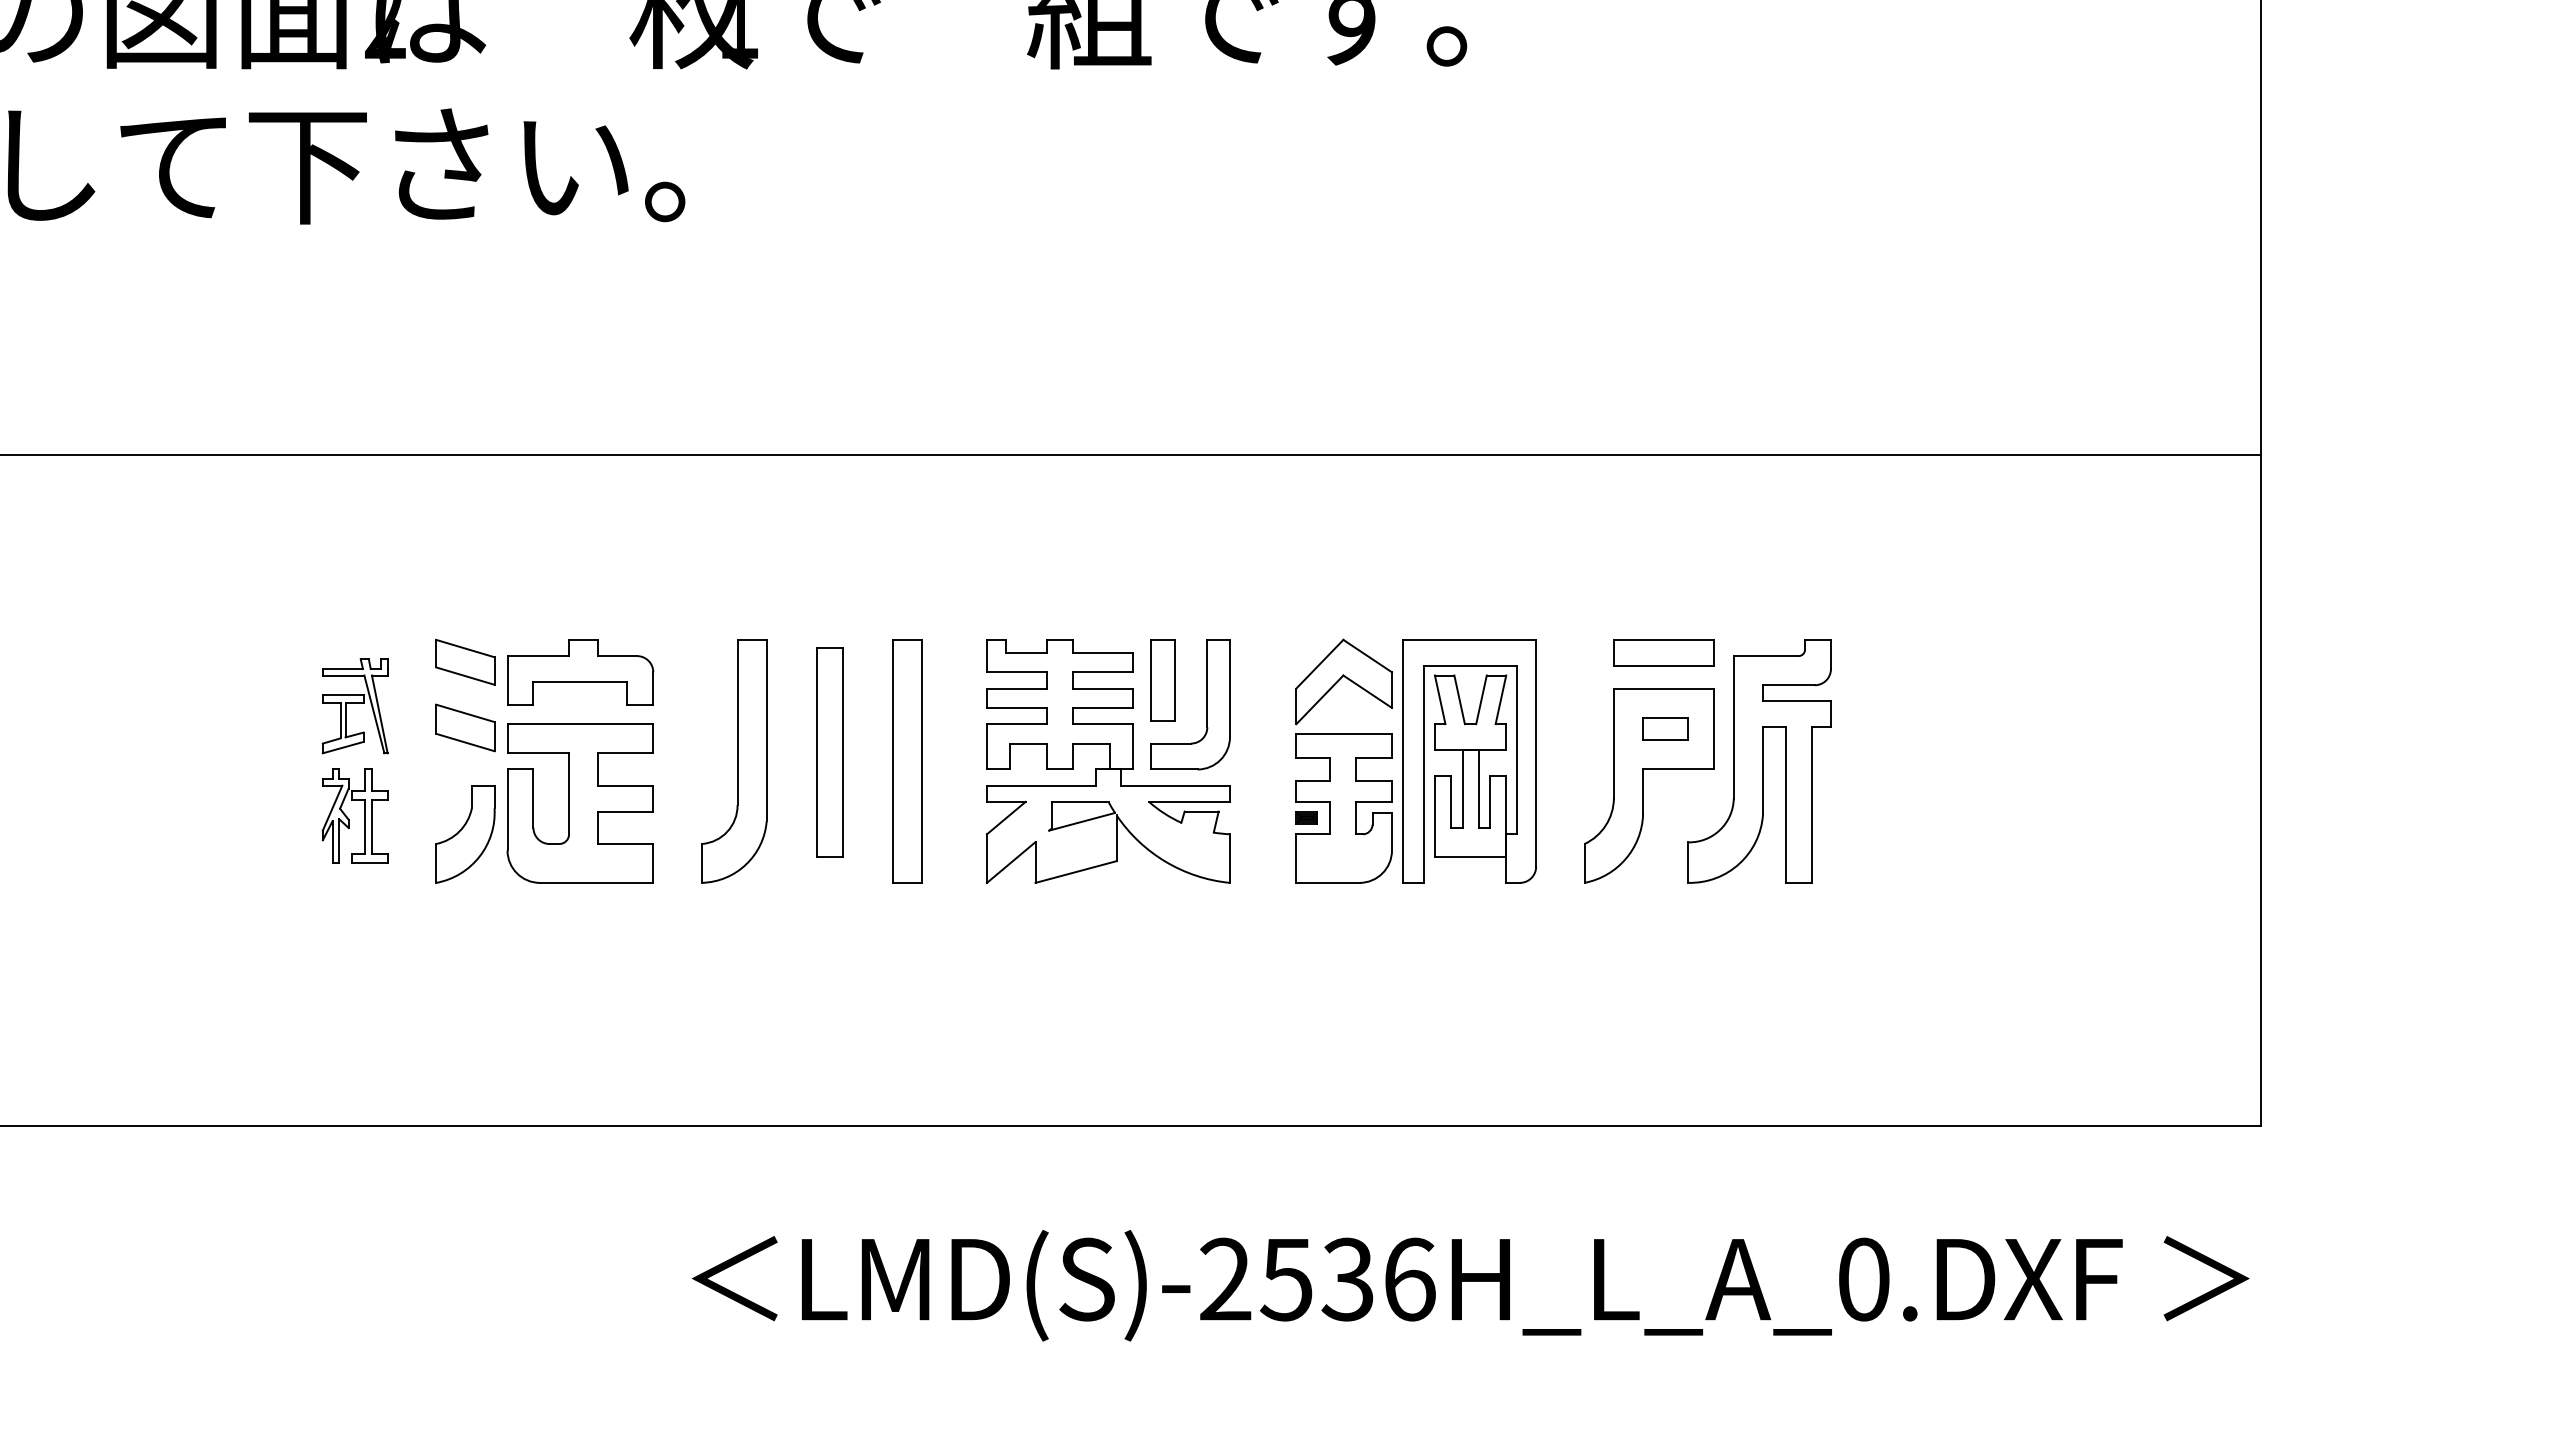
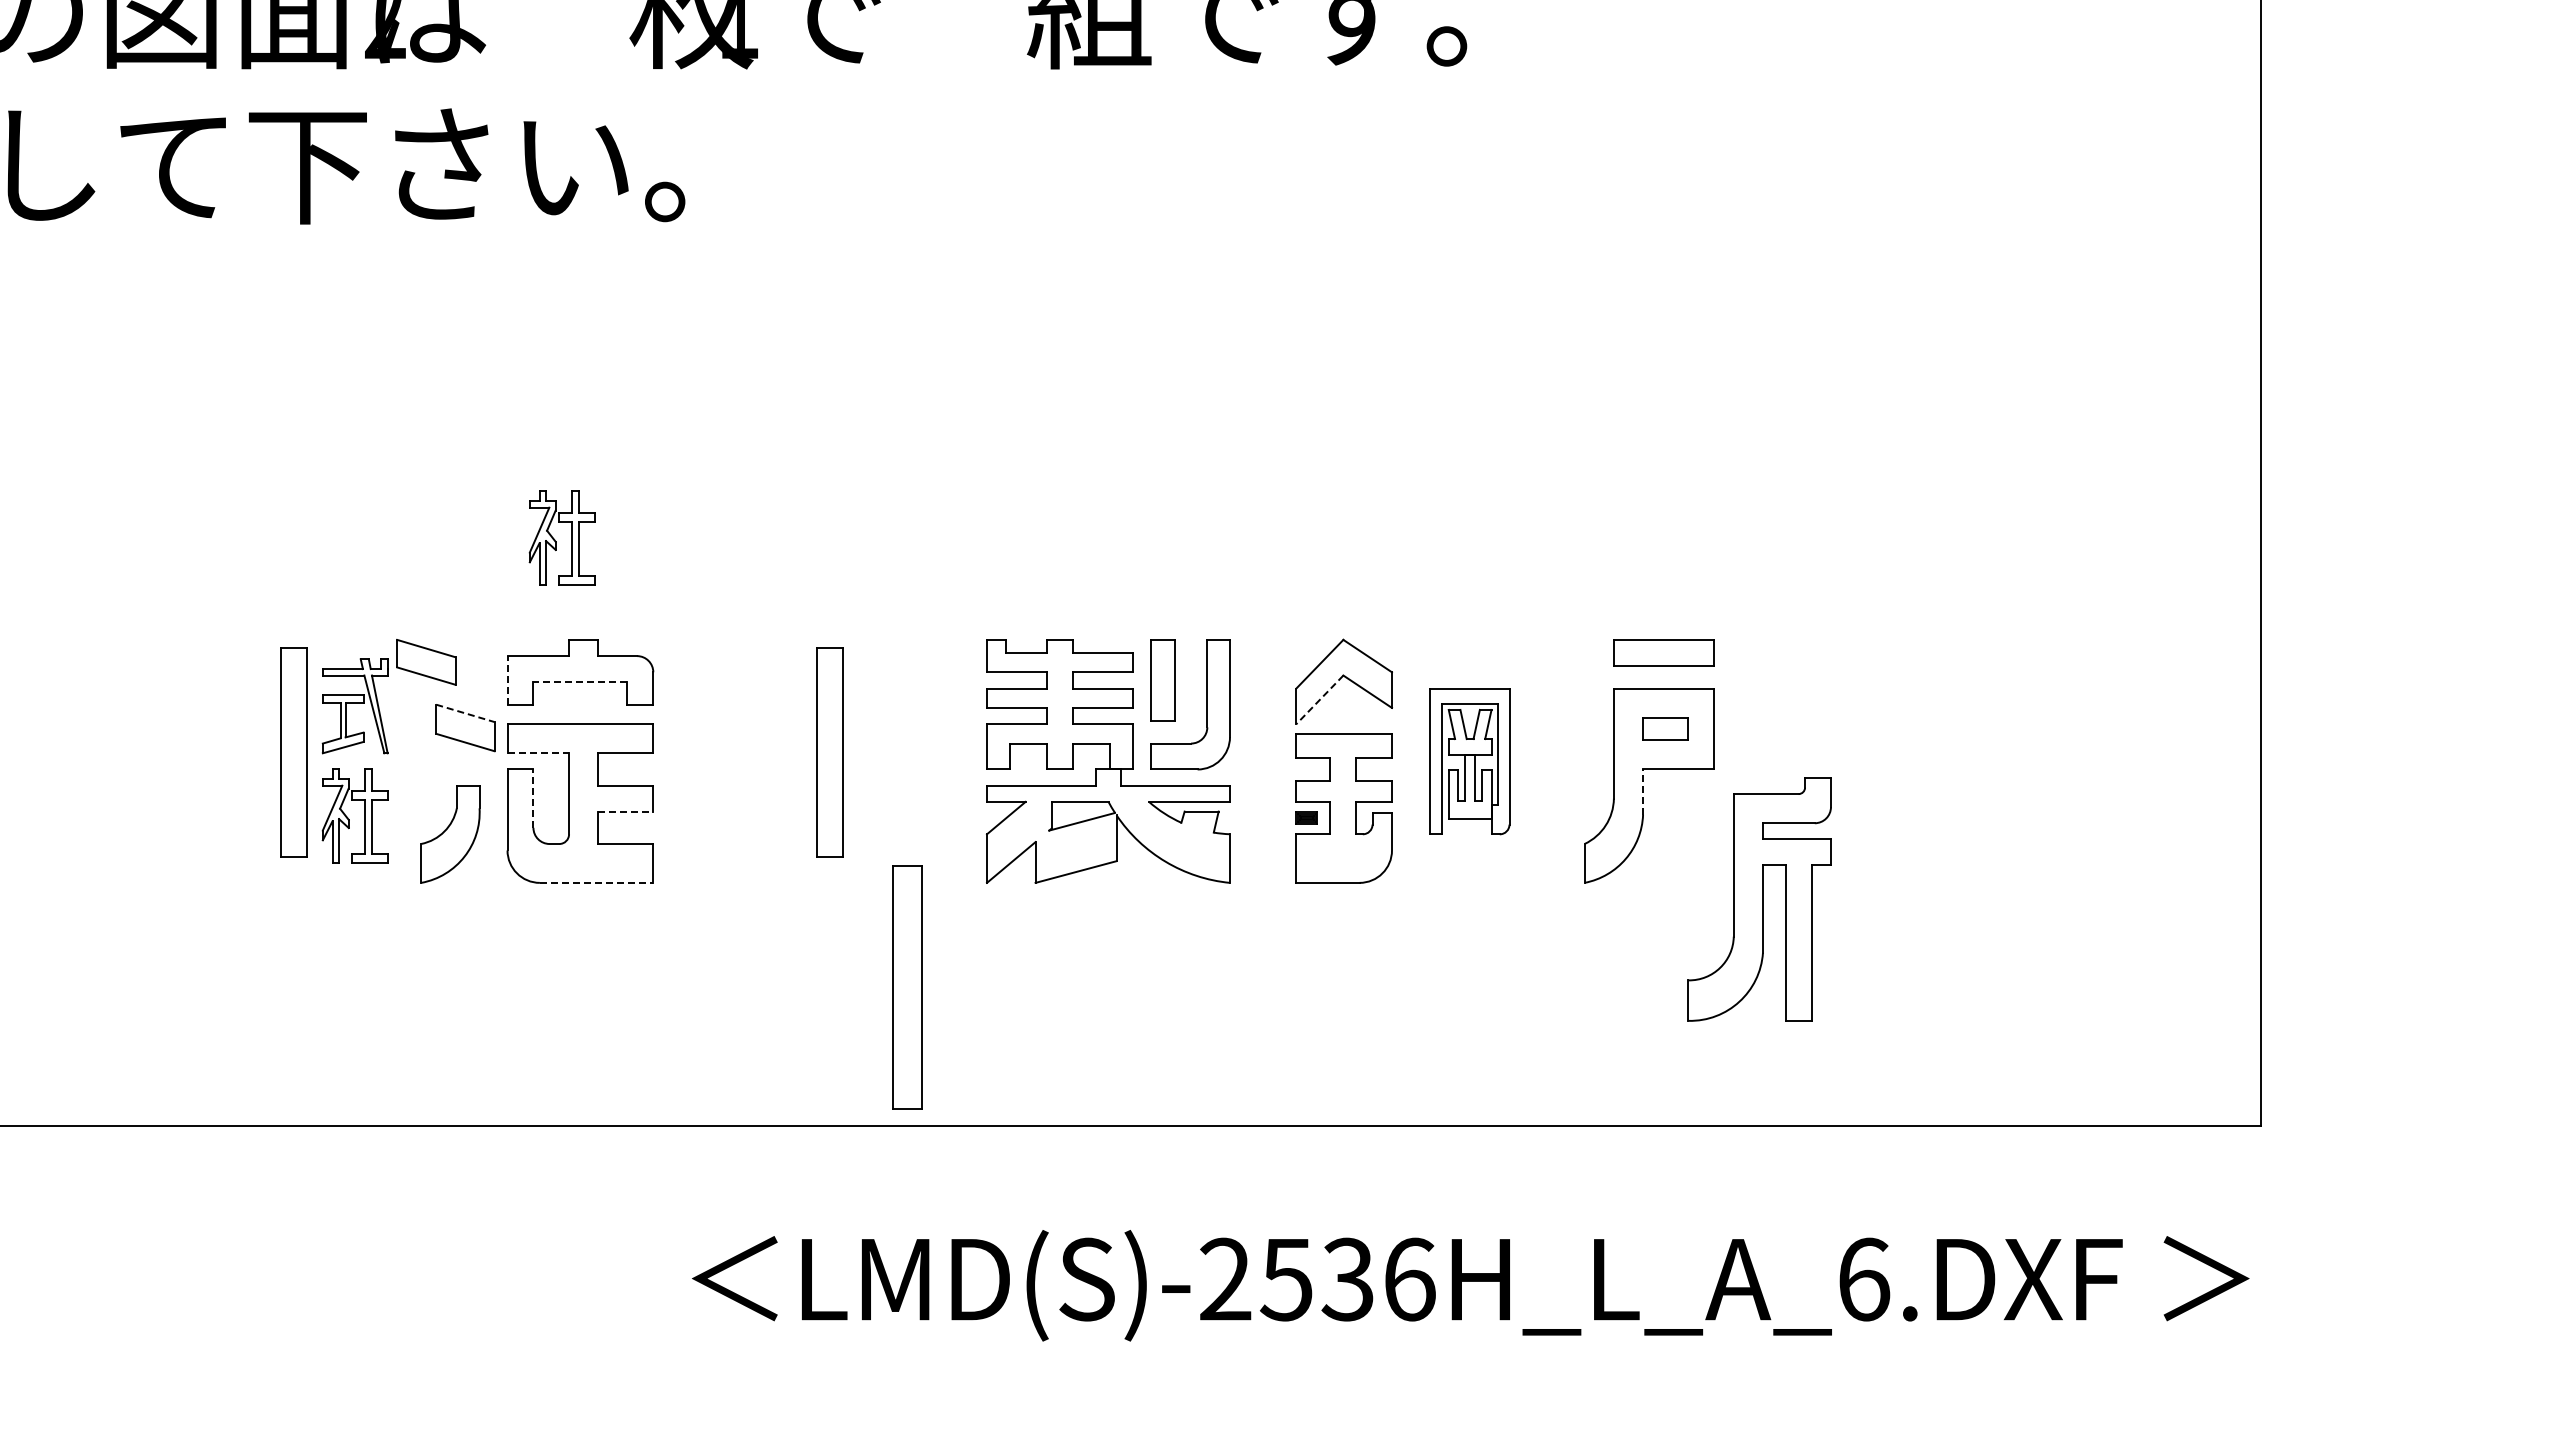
line at (1131, 455): present -> none
part at (555, 539): none -> present
part at (465, 662) position: (465, 662) -> (426, 662)
line at (507, 679): solid -> dashed
line at (580, 682): solid -> dashed
line at (1319, 699): solid -> dashed
line at (465, 713): solid -> dashed
part at (293, 752): none -> present
line at (538, 753): solid -> dashed
part at (734, 761): present -> none
part at (907, 761) position: (907, 761) -> (907, 987)
part at (1469, 761) size: 135x245 px -> 82x148 px
part at (1759, 761) position: (1759, 761) -> (1759, 899)
line at (1643, 792): solid -> dashed
line at (533, 798): solid -> dashed
line at (625, 811): solid -> dashed
part at (465, 834) position: (465, 834) -> (450, 834)
line at (596, 882): solid -> dashed
text at (1864, 1279): LMD(S)-2536H_L_A_0.DXF -> LMD(S)-2536H_L_A_6.DXF
